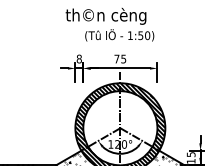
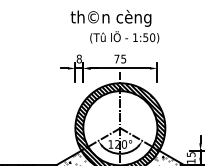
text at (109, 24) position: (109, 24) -> (114, 26)
